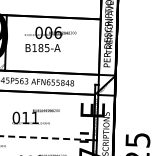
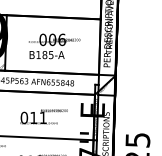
text at (50, 39) position: (50, 39) -> (54, 46)
text at (35, 116) position: (35, 116) -> (43, 116)
line at (46, 138): dashed -> solid
